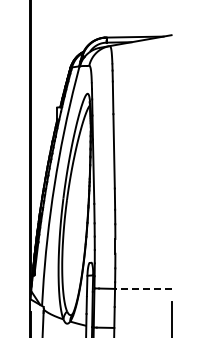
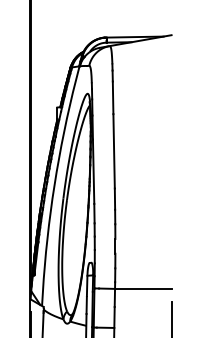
line at (142, 288): dashed -> solid
